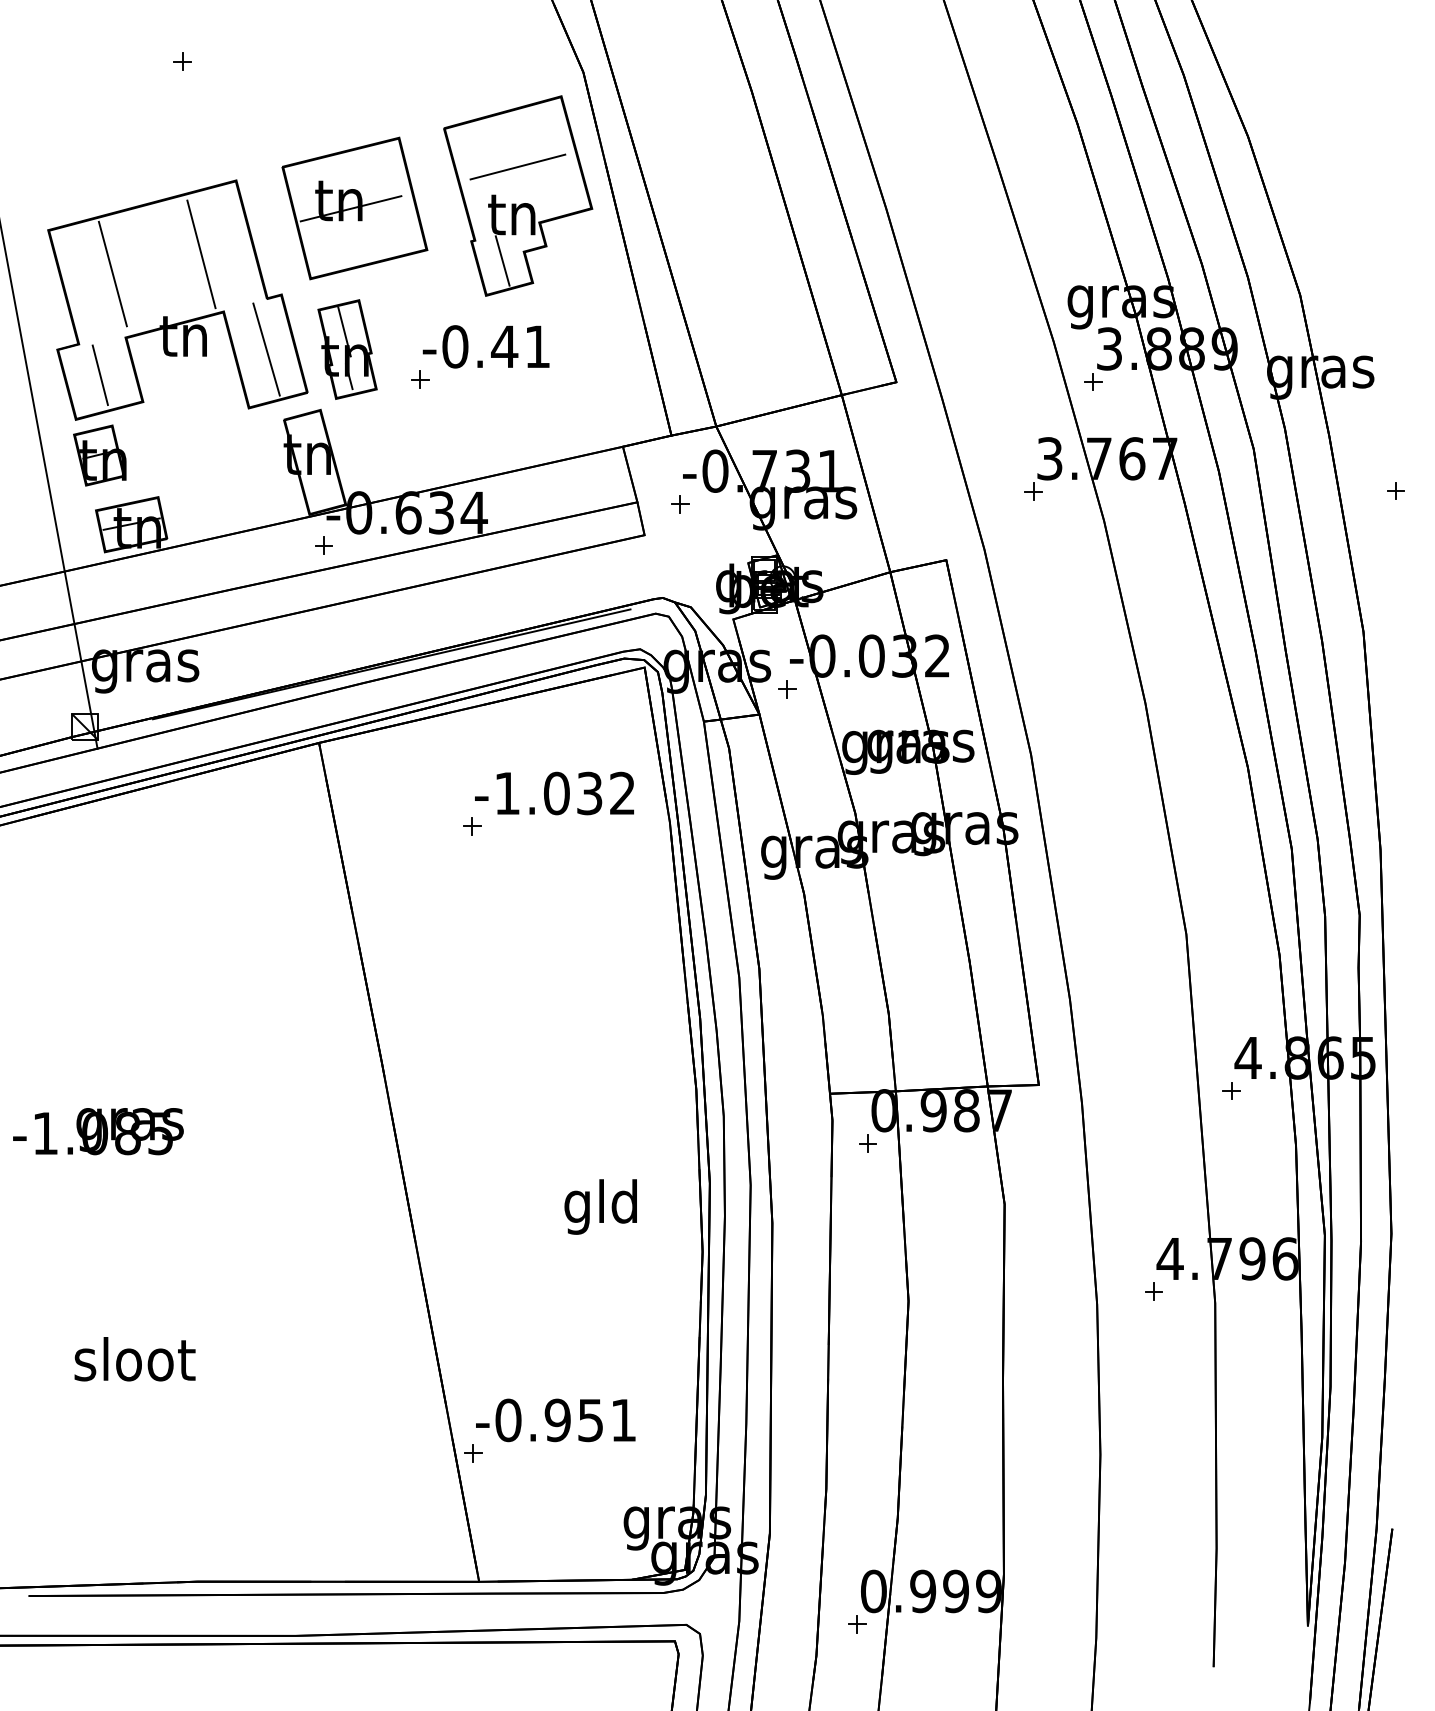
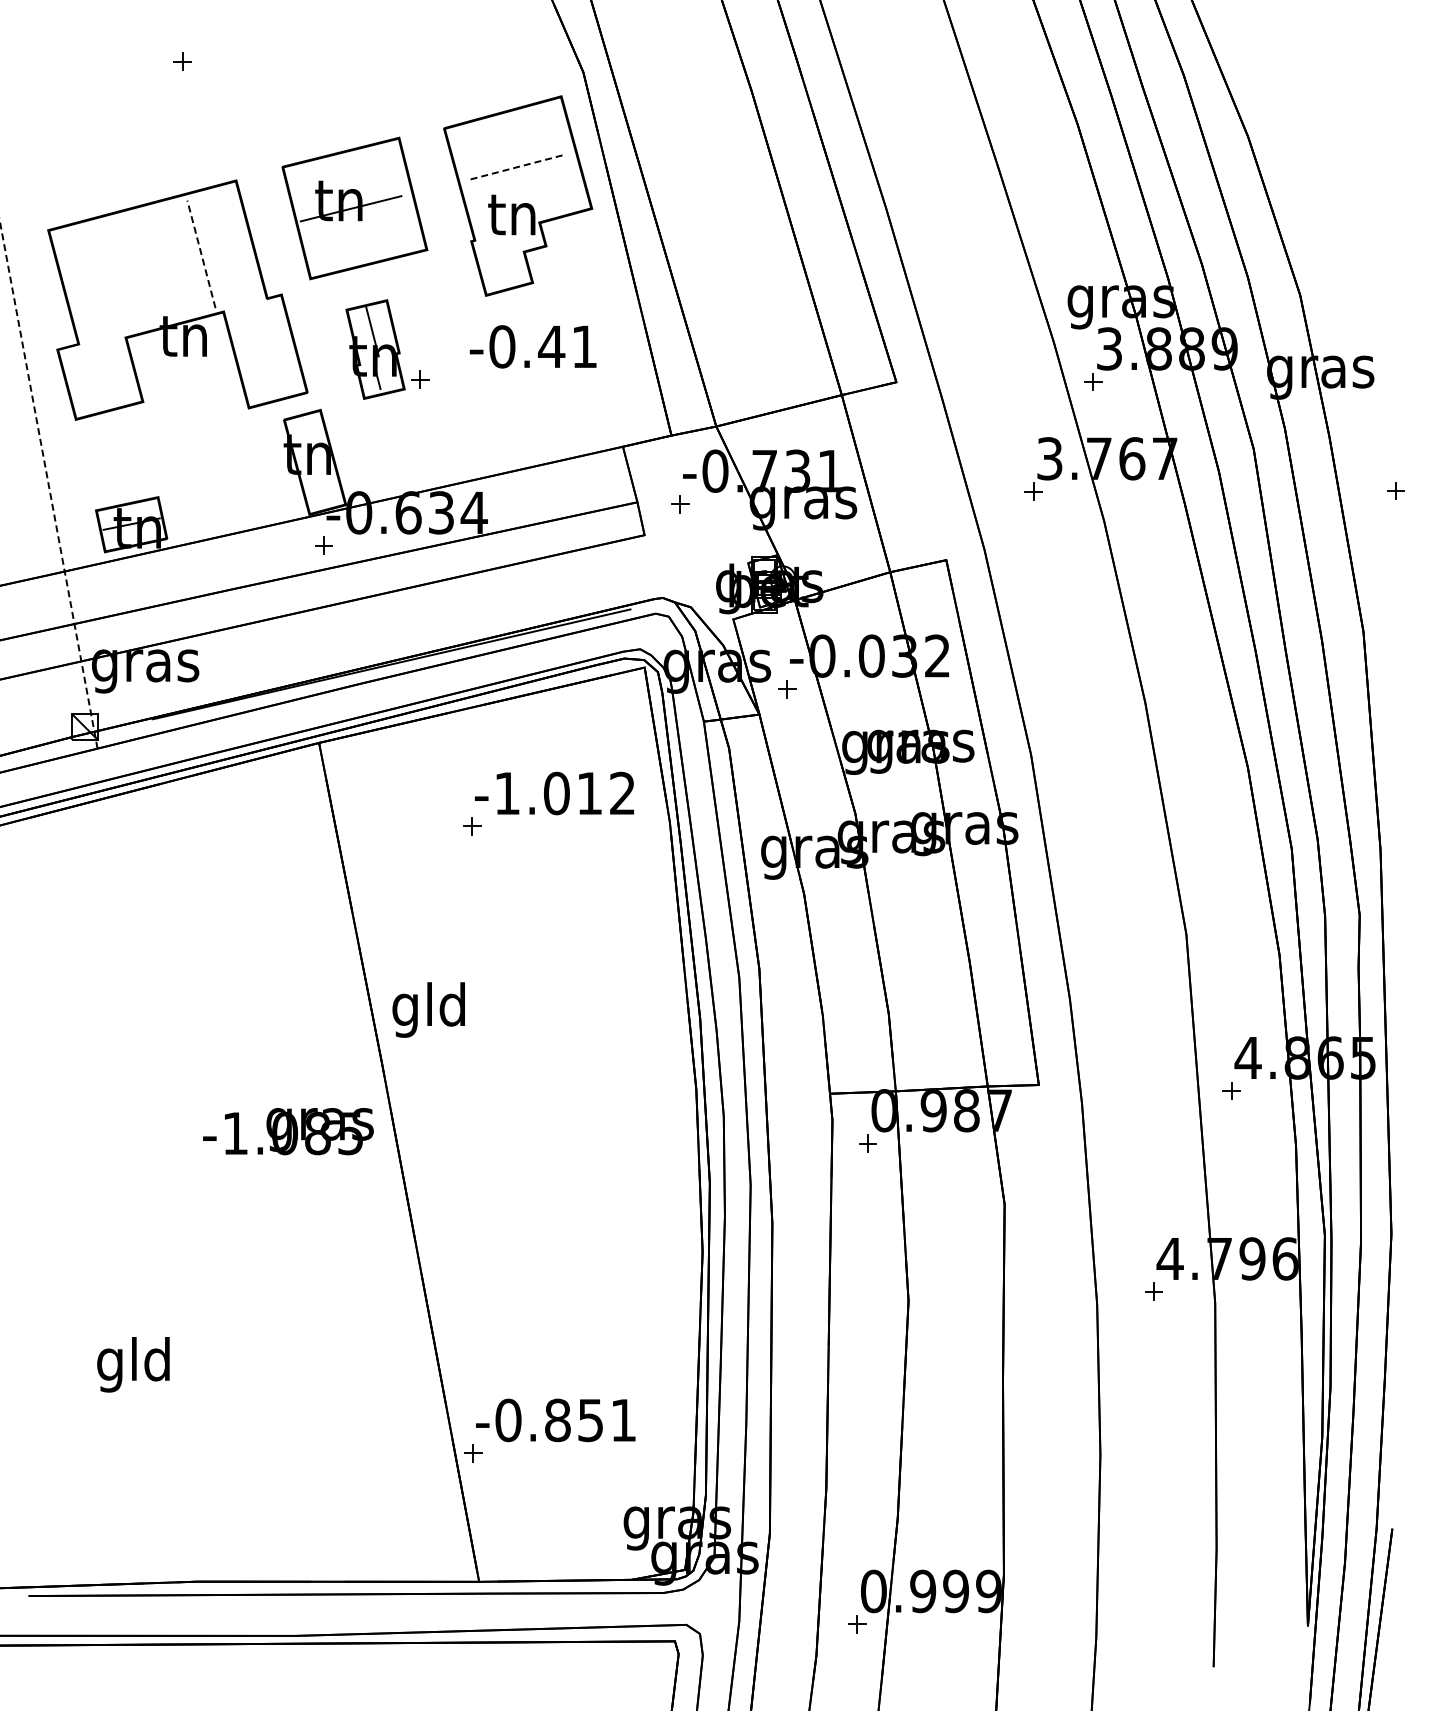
line at (517, 167): solid -> dashed
line at (201, 254): solid -> dashed
line at (502, 260): present -> none
line at (112, 273): present -> none
text at (485, 346) position: (485, 346) -> (532, 346)
line at (266, 349): present -> none
part at (347, 349) position: (347, 349) -> (375, 349)
line at (99, 375): present -> none
part at (99, 455): present -> none
line at (48, 485): solid -> dashed
text at (589, 793): -1.032 -> -1.012
text at (98, 1131) position: (98, 1131) -> (288, 1131)
text at (600, 1206) position: (600, 1206) -> (428, 1009)
text at (134, 1364): sloot -> gld
text at (557, 1420): -0.951 -> -0.851
